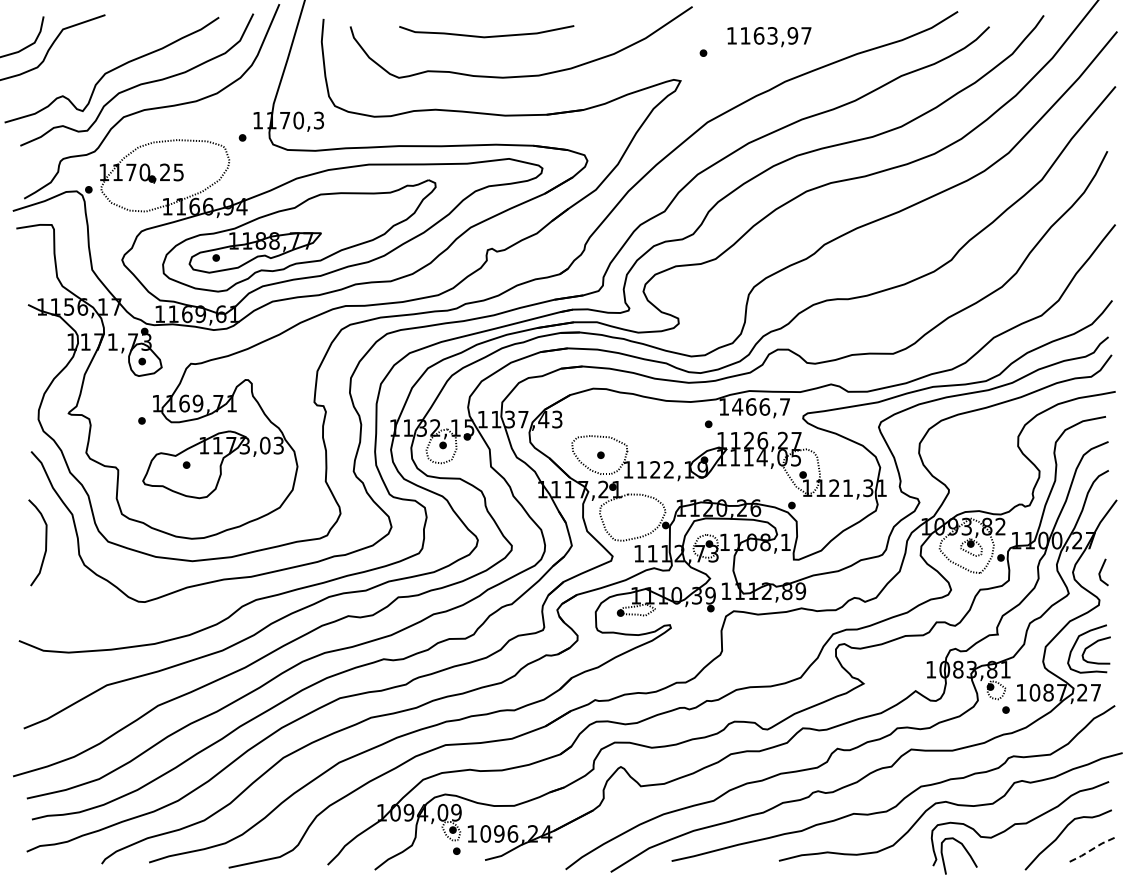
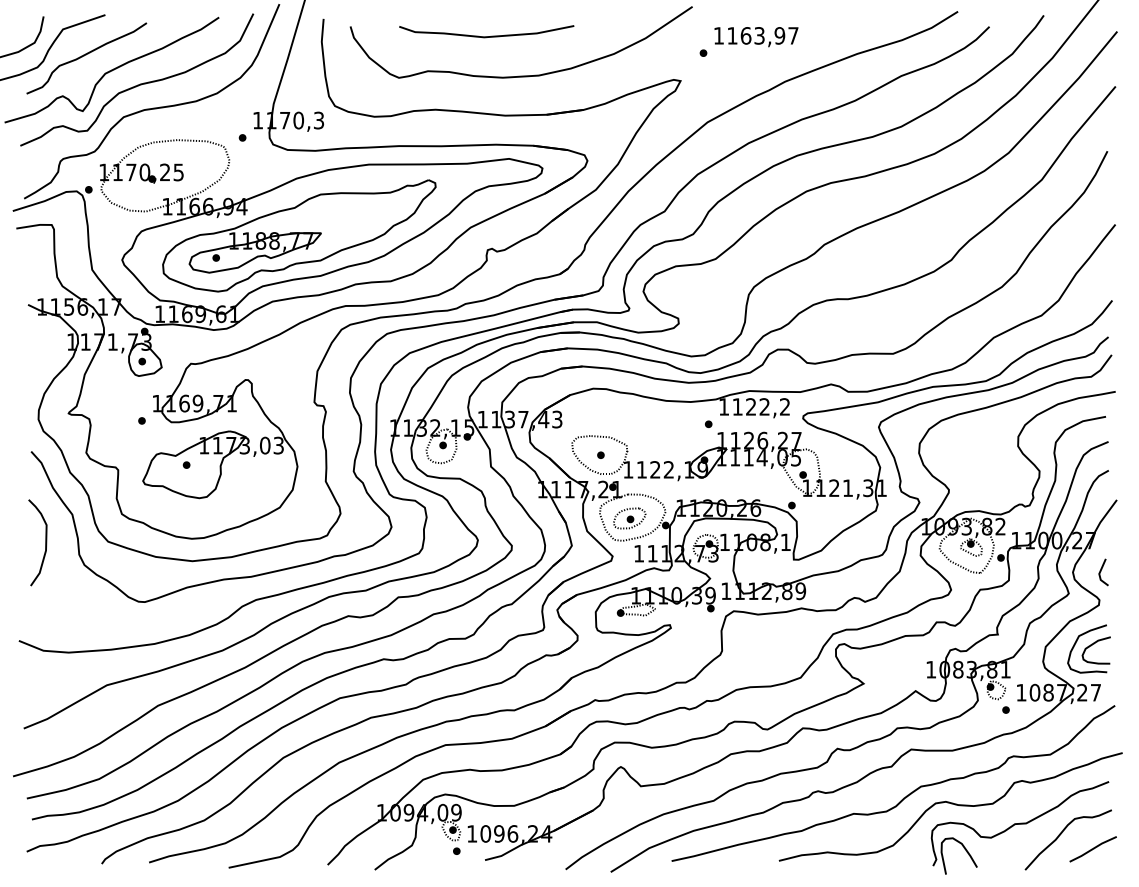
text at (769, 37) position: (769, 37) -> (756, 37)
curve at (84, 56): none -> present
text at (760, 406): 1466,7 -> 1122,2
part at (629, 518): none -> present
line at (1092, 849): dashed -> solid
